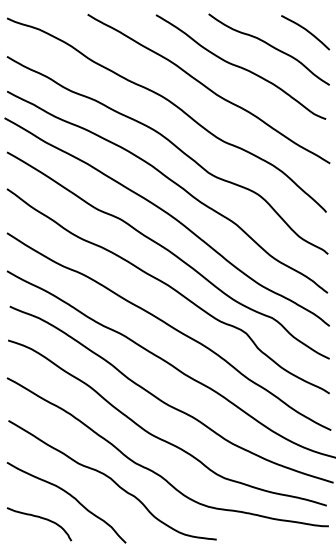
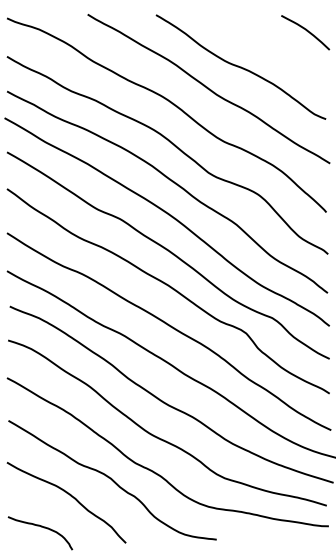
curve at (269, 46): present -> none
curve at (40, 518) position: (40, 518) -> (41, 527)
